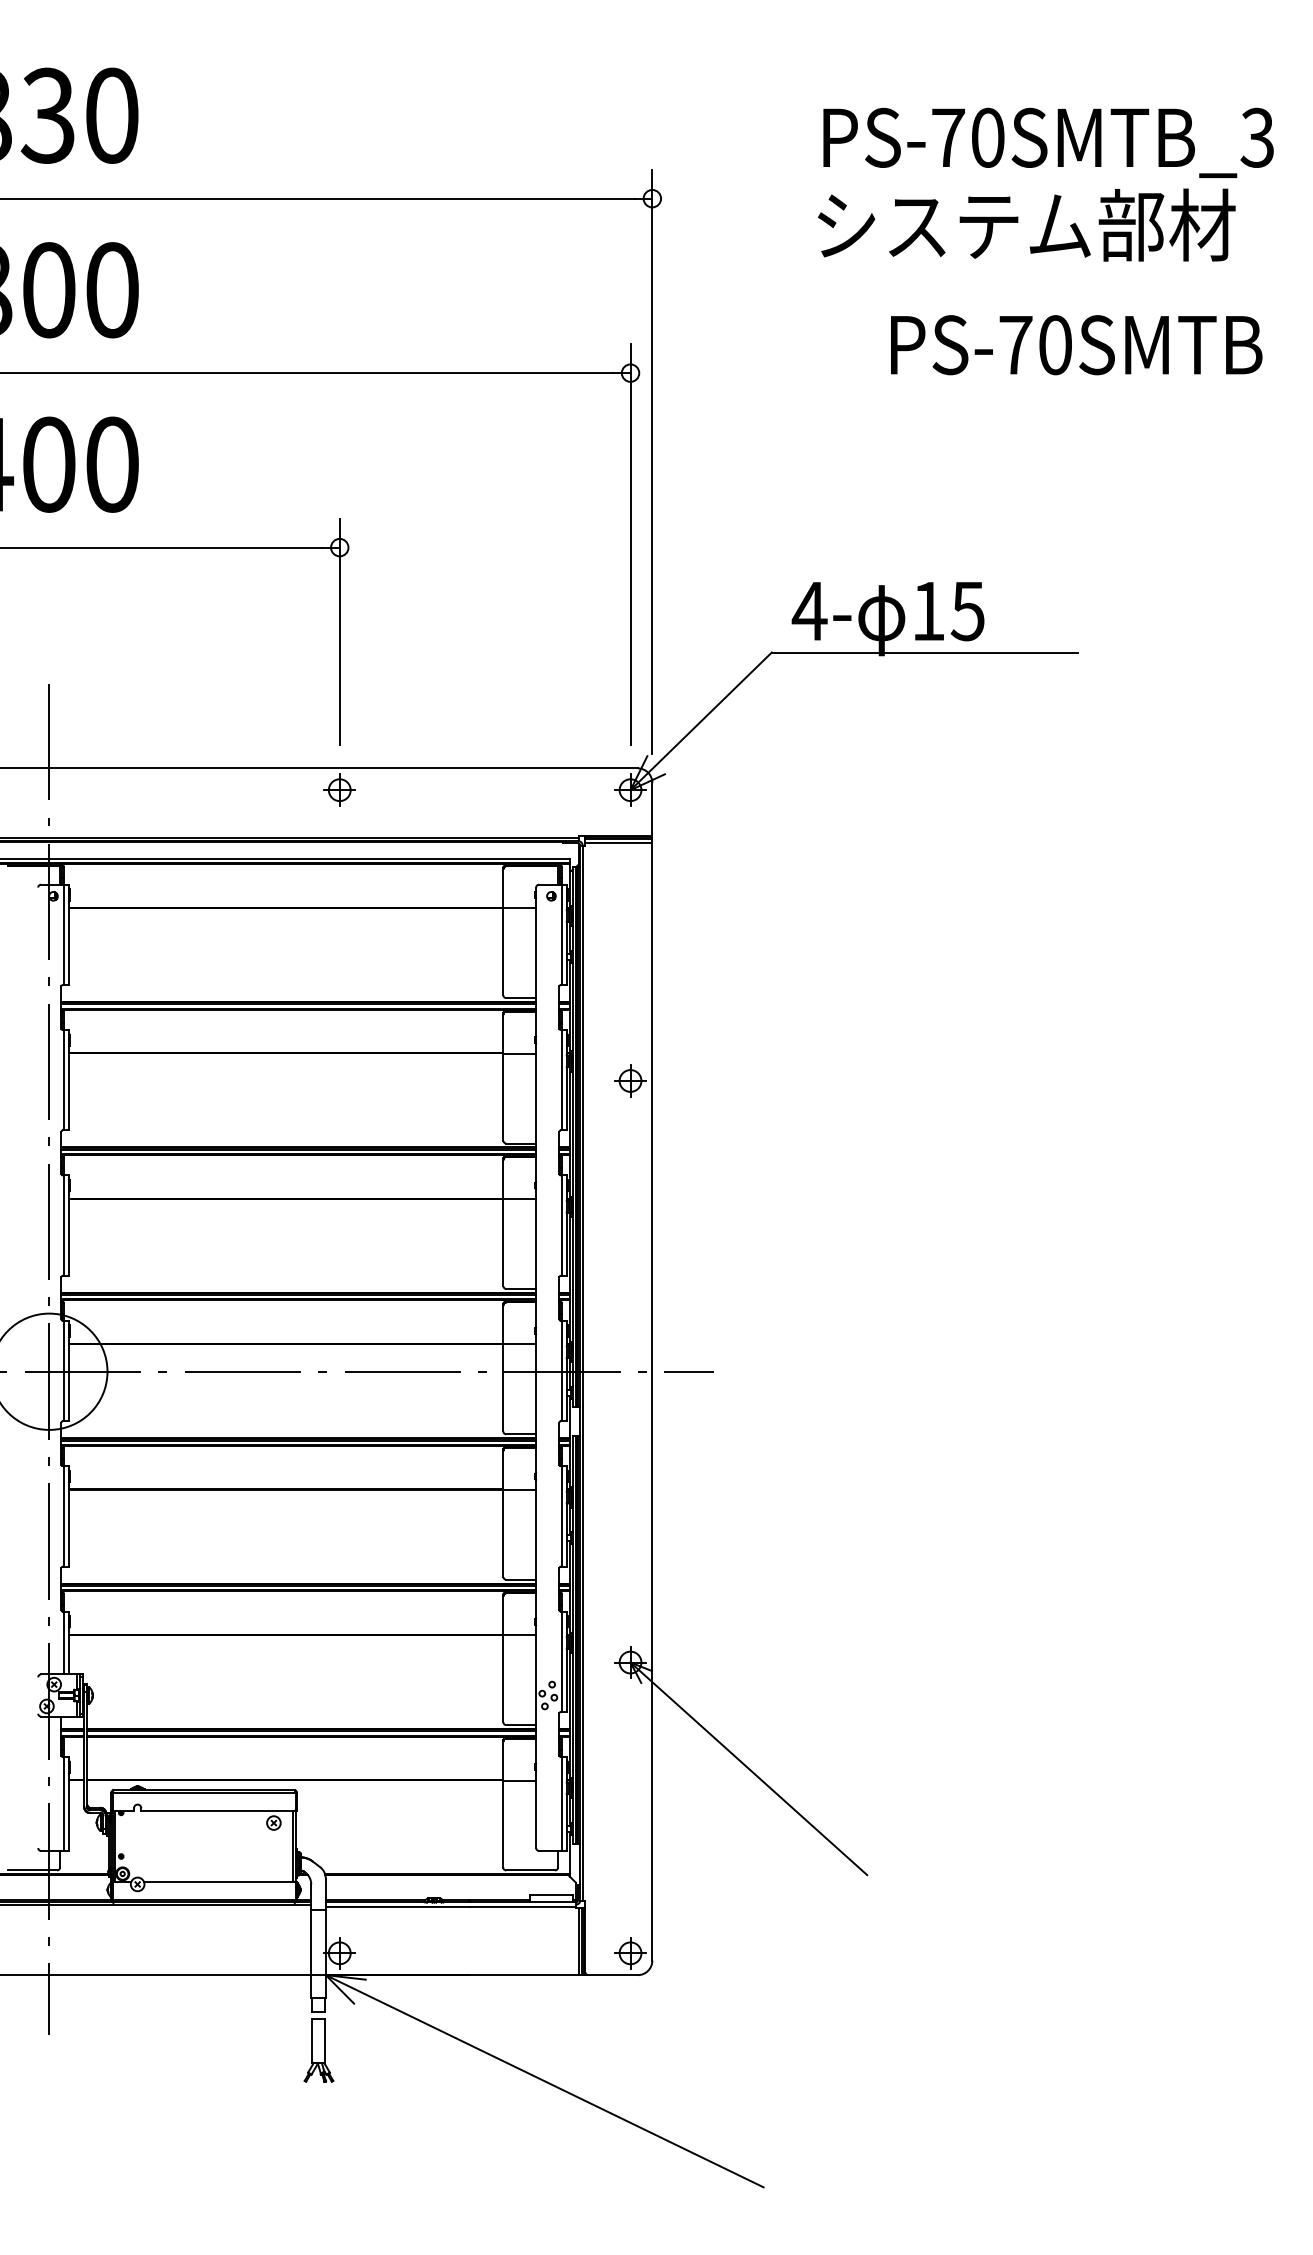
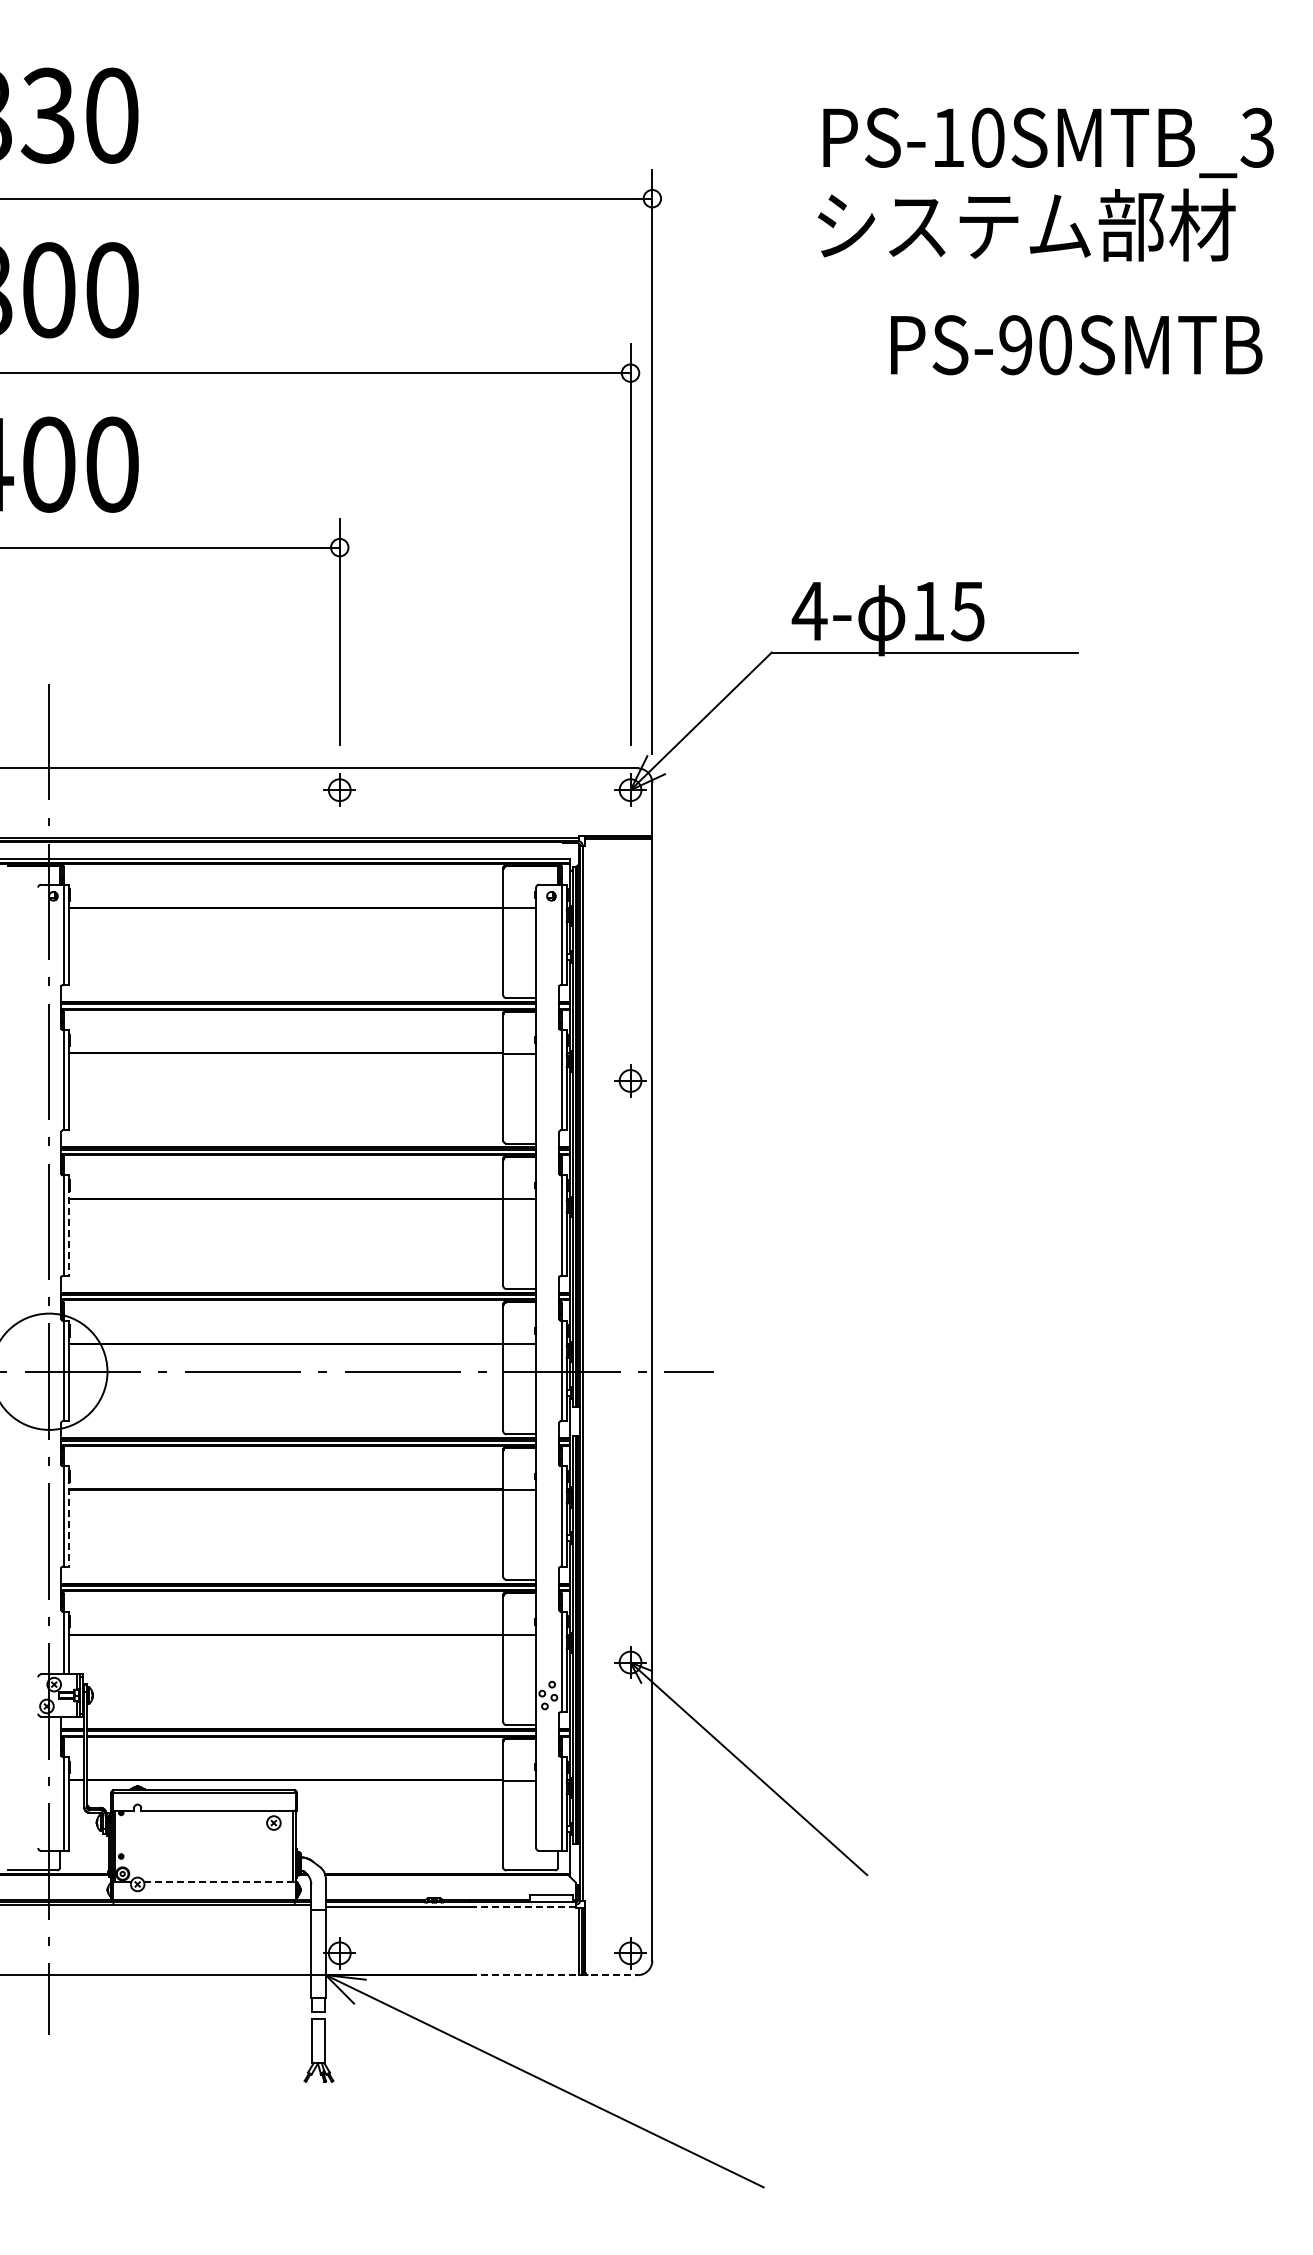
text at (948, 137): PS-70SMTB_3 -> PS-10SMTB_3
text at (1015, 345): PS-70SMTB -> PS-90SMTB
line at (618, 842): present -> none
line at (68, 1226): solid -> dashed
line at (68, 1516): solid -> dashed
line at (218, 1881): solid -> dashed
line at (523, 1907): solid -> dashed
line at (554, 1975): solid -> dashed
